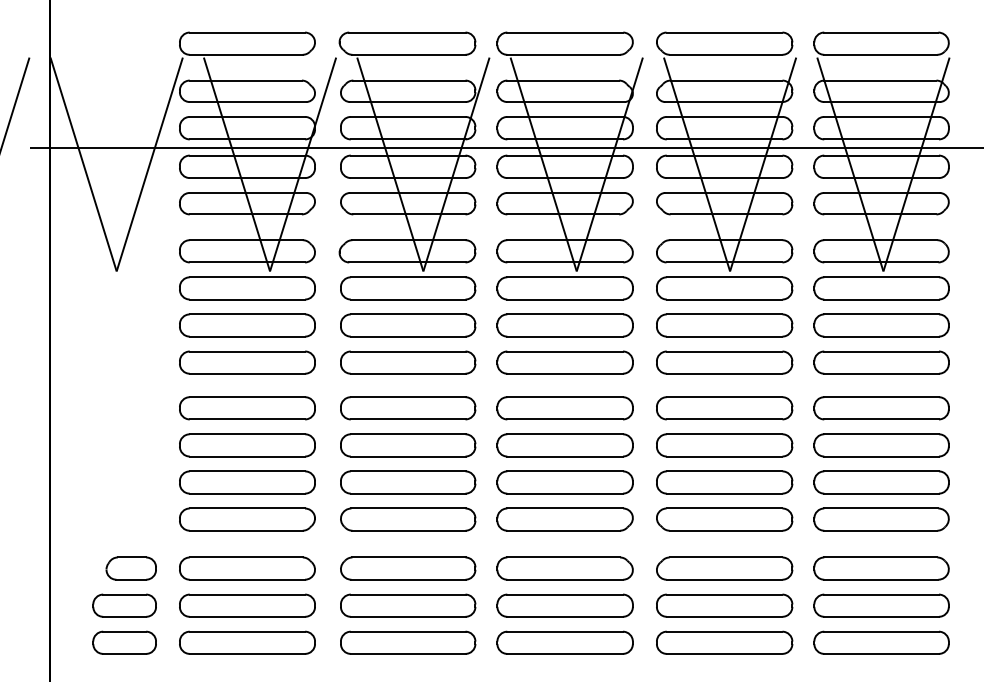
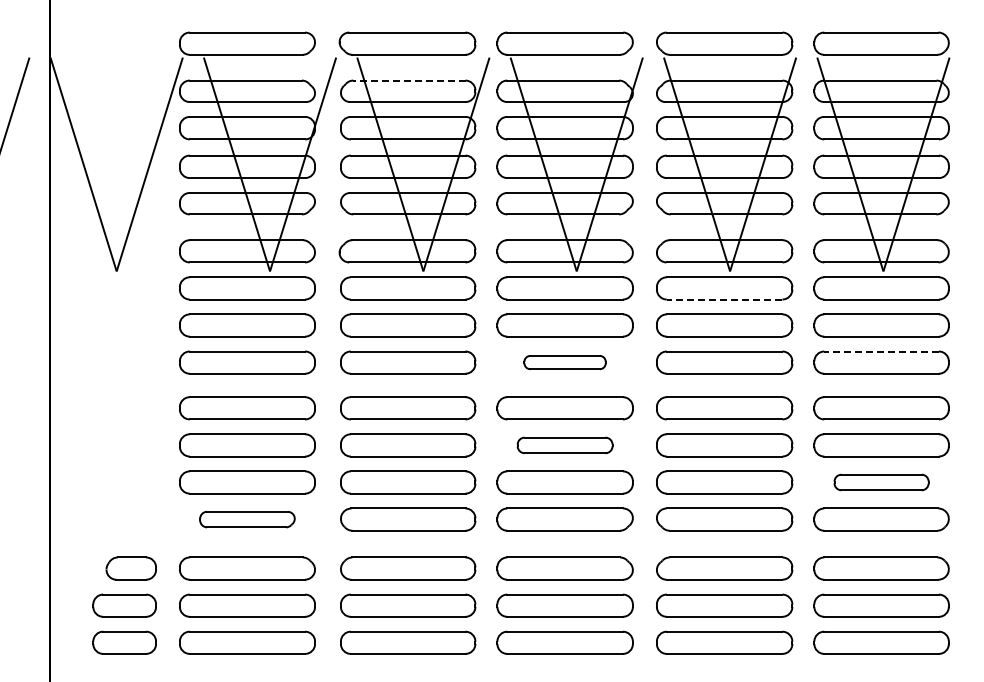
line at (408, 80): solid -> dashed
line at (505, 147): present -> none
line at (724, 299): solid -> dashed
line at (881, 351): solid -> dashed
part at (564, 362) size: 138x25 px -> 84x16 px
part at (564, 445) size: 138x25 px -> 98x19 px
part at (881, 482) size: 137x25 px -> 97x19 px
part at (247, 519) size: 137x25 px -> 97x19 px
